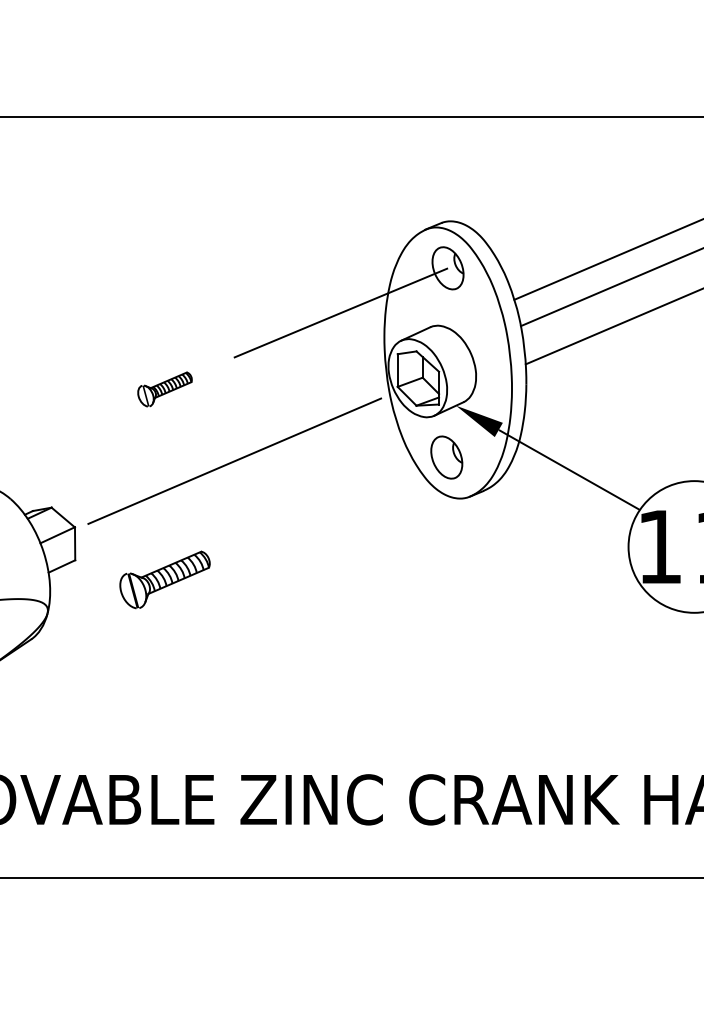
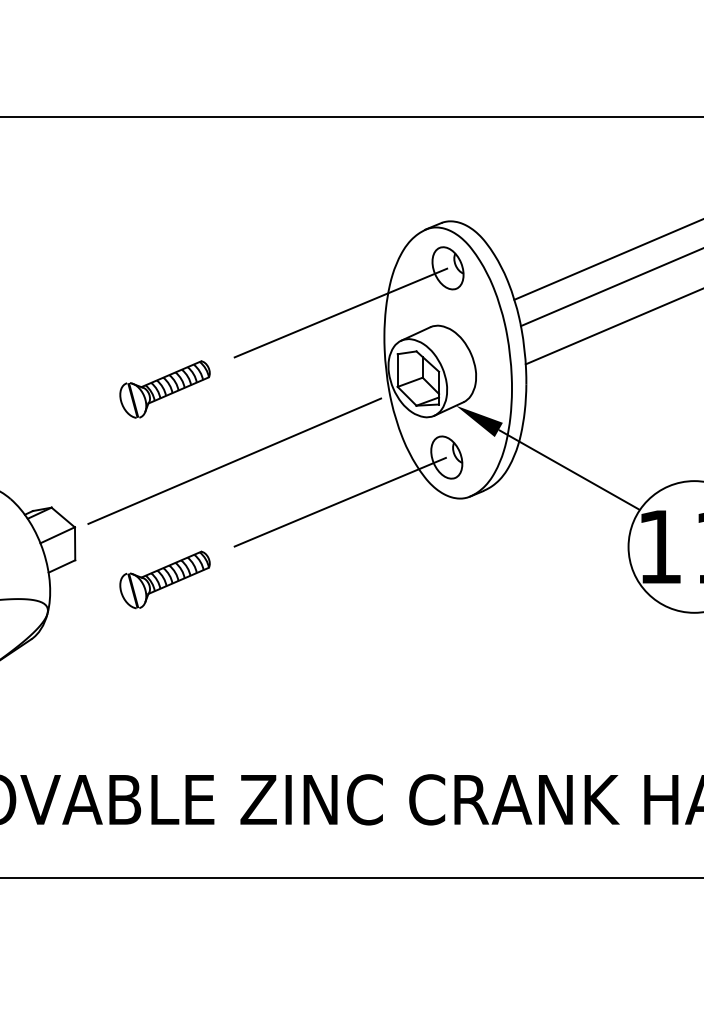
part at (164, 389) size: 56x37 px -> 92x59 px
line at (339, 501): none -> present
